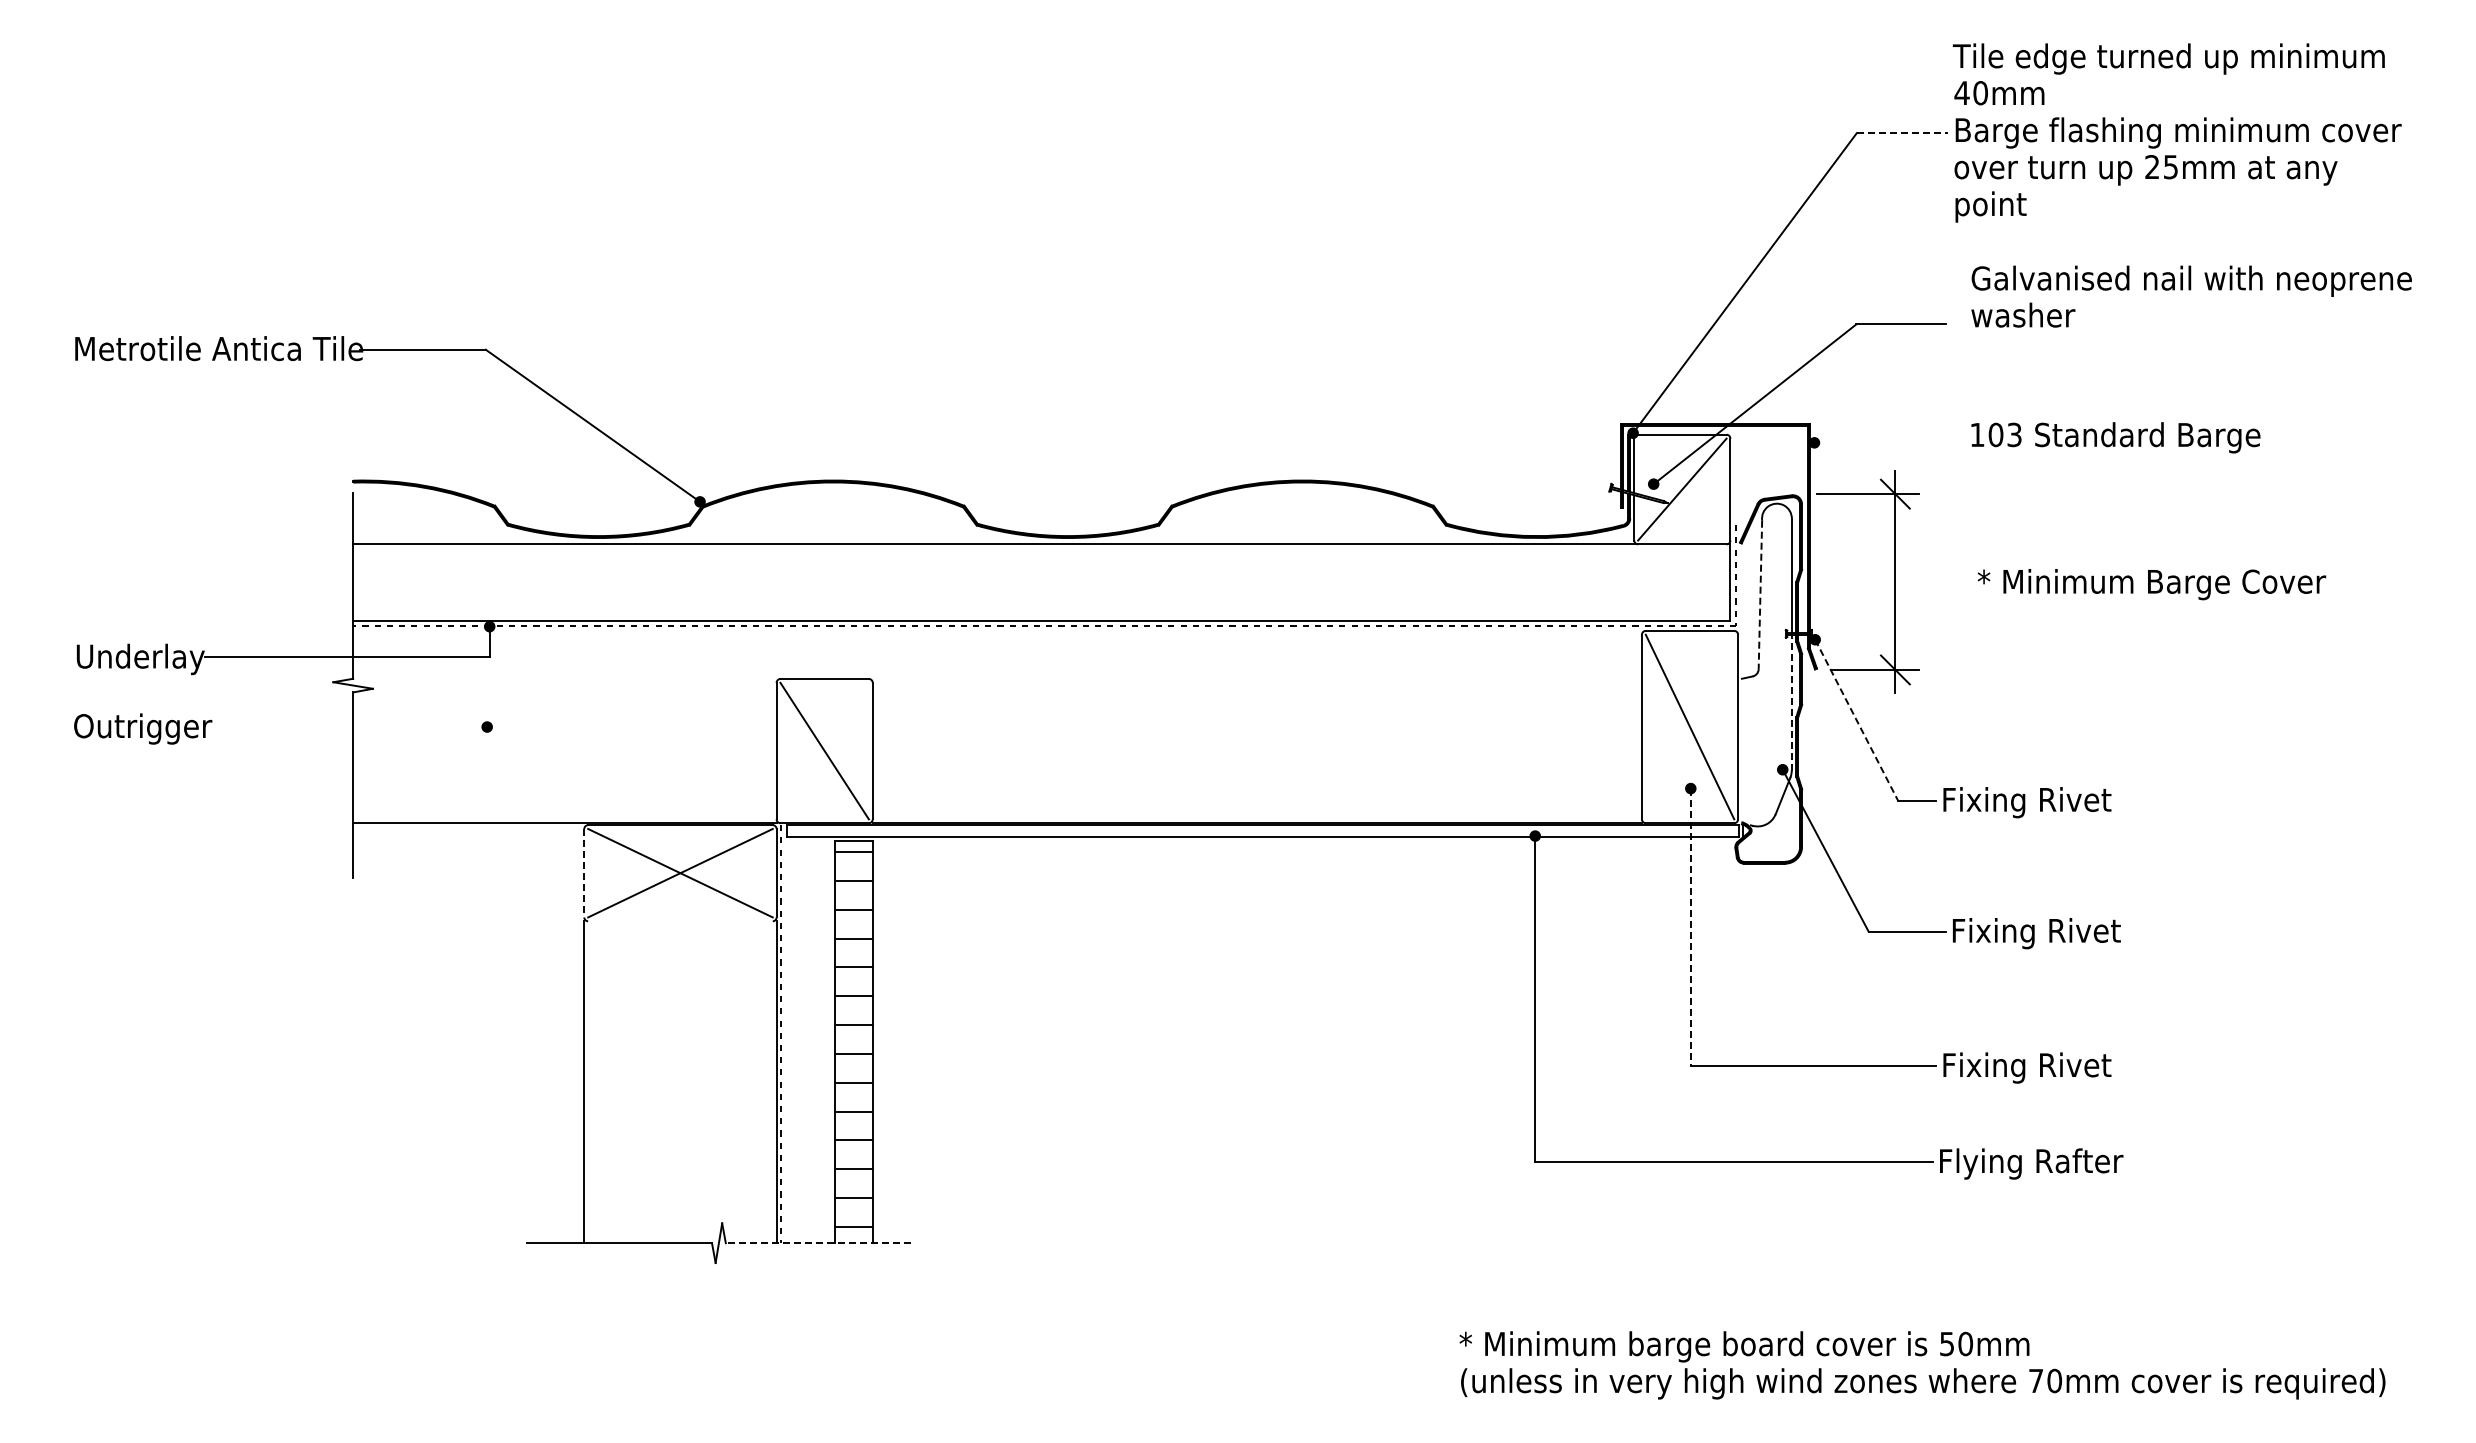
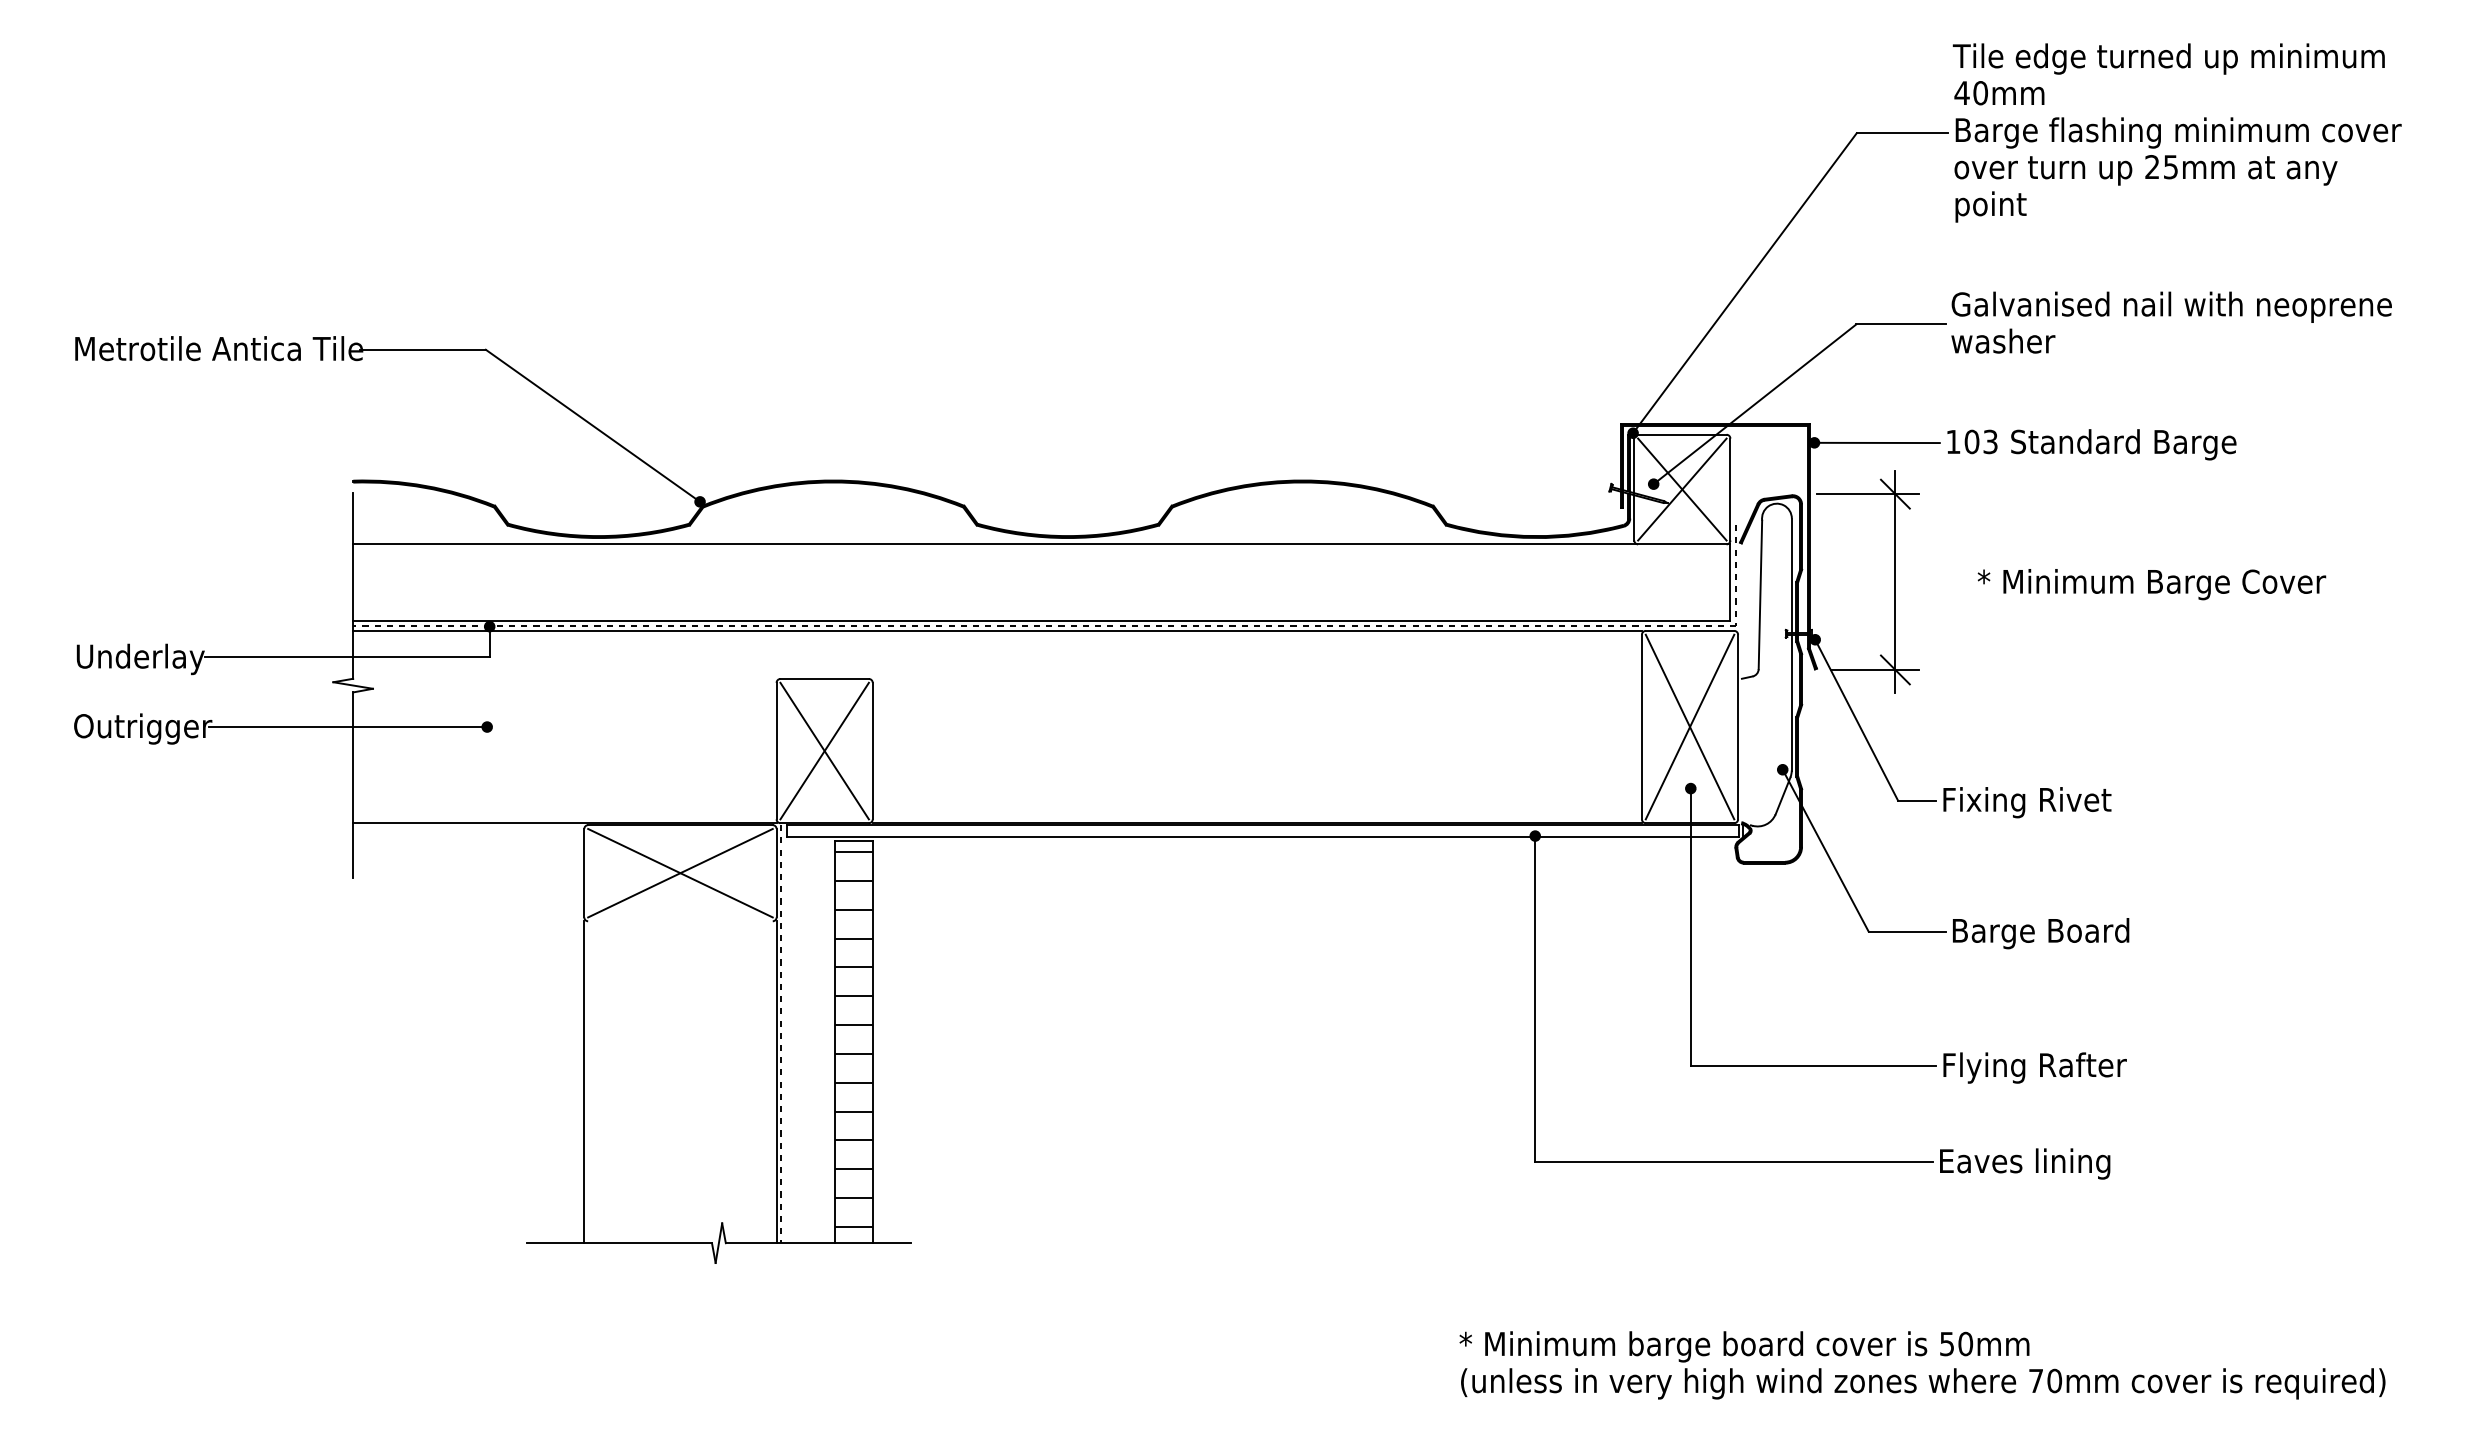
line at (1902, 133): dashed -> solid
text at (2191, 296) position: (2191, 296) -> (2171, 322)
text at (2115, 437) position: (2115, 437) -> (2091, 444)
line at (1876, 442): none -> present
line at (1682, 489): none -> present
line at (1760, 595): dashed -> solid
line at (997, 630): none -> present
line at (1791, 702): dashed -> solid
line at (1856, 720): dashed -> solid
line at (1689, 726): none -> present
line at (347, 727): none -> present
line at (824, 750): none -> present
line at (584, 873): dashed -> solid
line at (1690, 927): dashed -> solid
text at (2042, 933): Fixing Rivet -> Barge Board
text at (2043, 1067): Fixing Rivet -> Flying Rafter
text at (2032, 1163): Flying Rafter -> Eaves lining
line at (818, 1243): dashed -> solid
